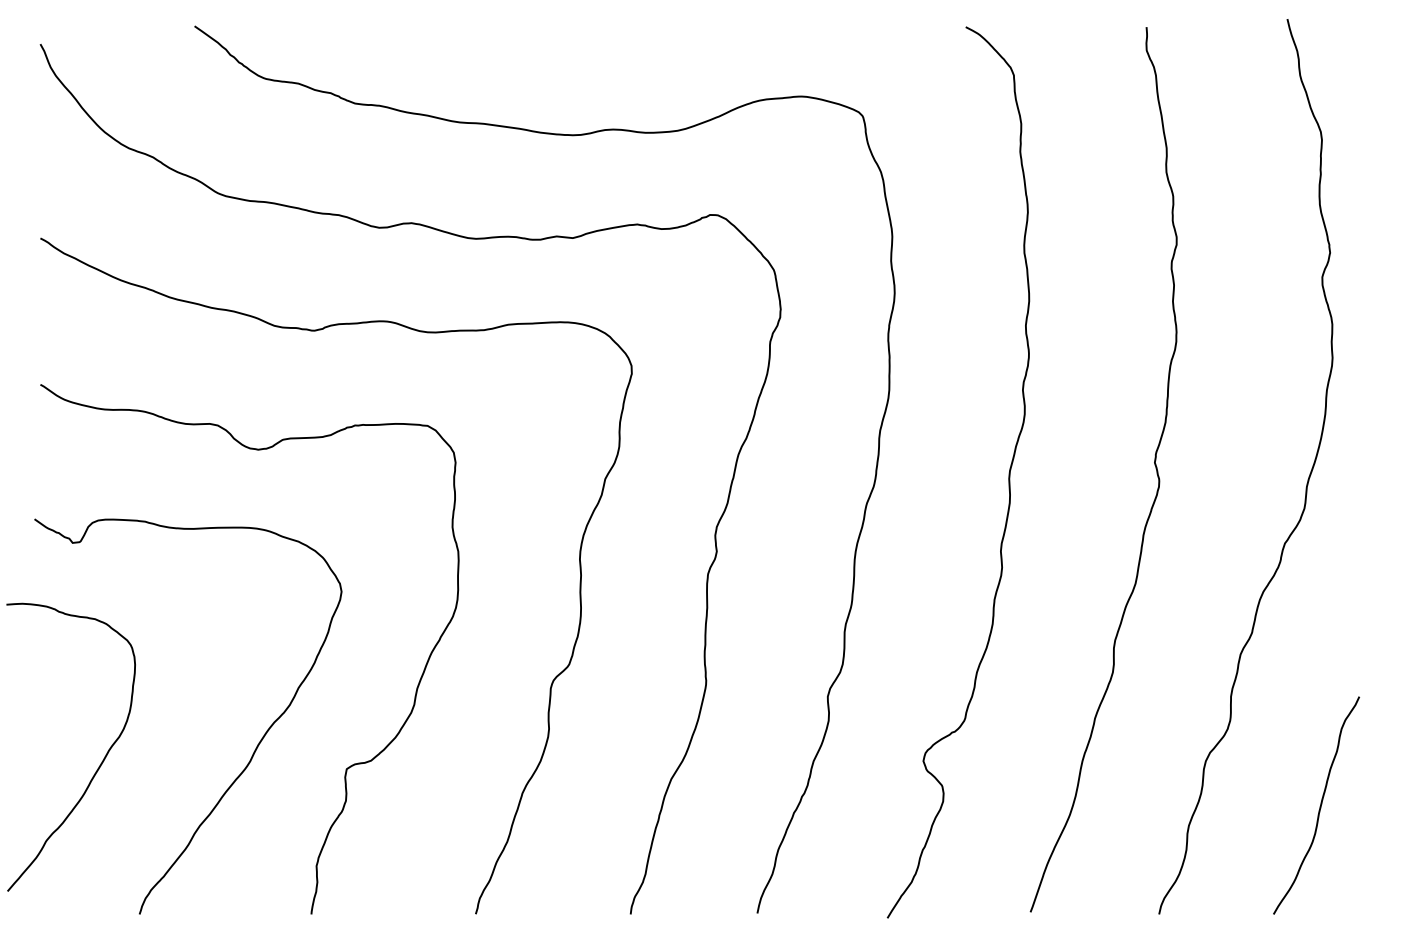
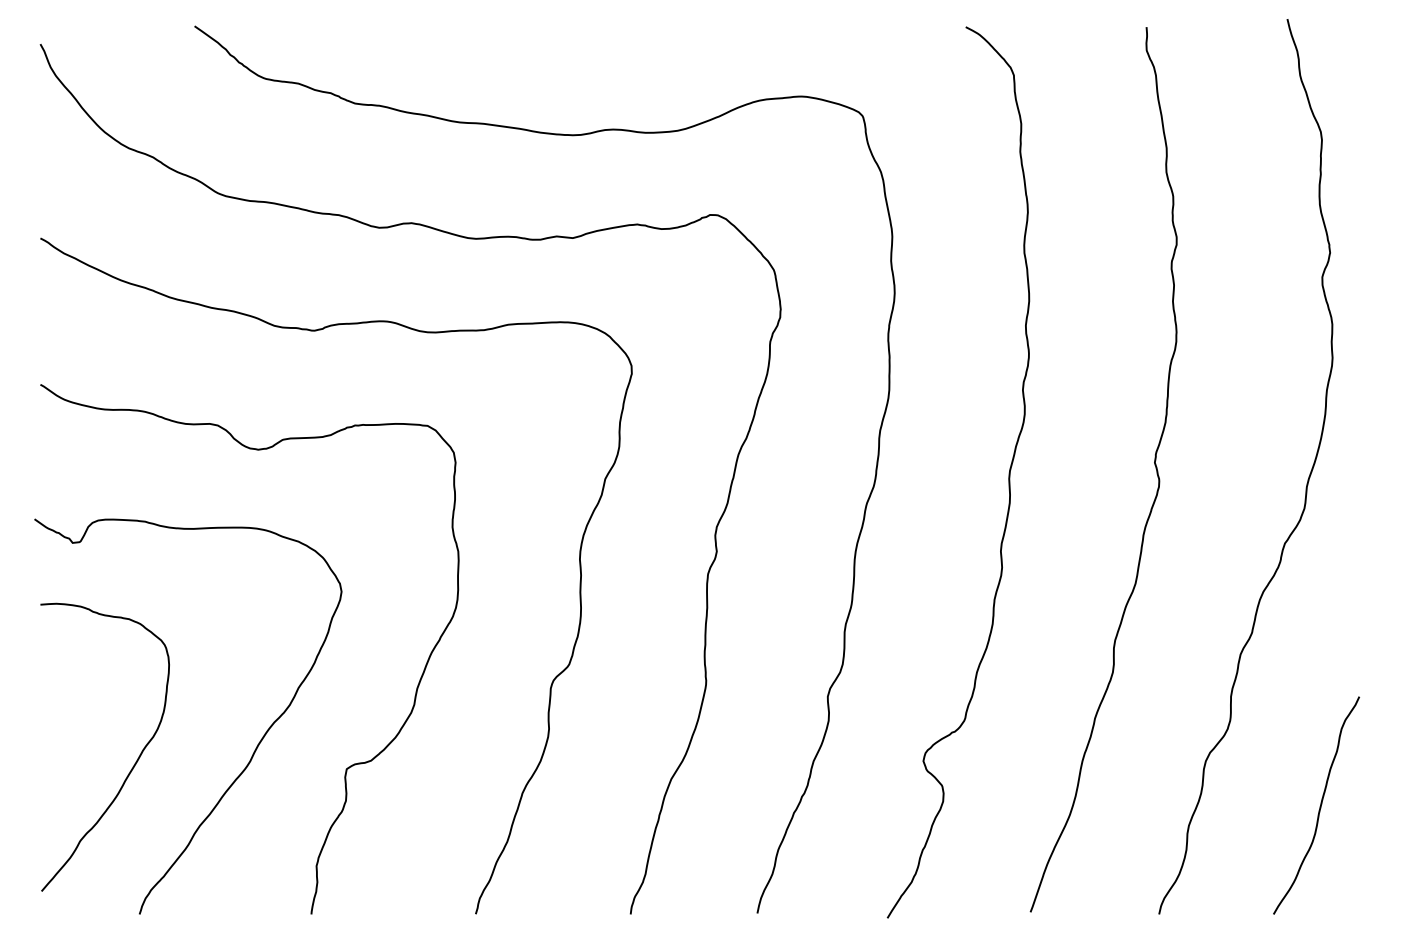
curve at (98, 766) position: (98, 766) -> (132, 766)
